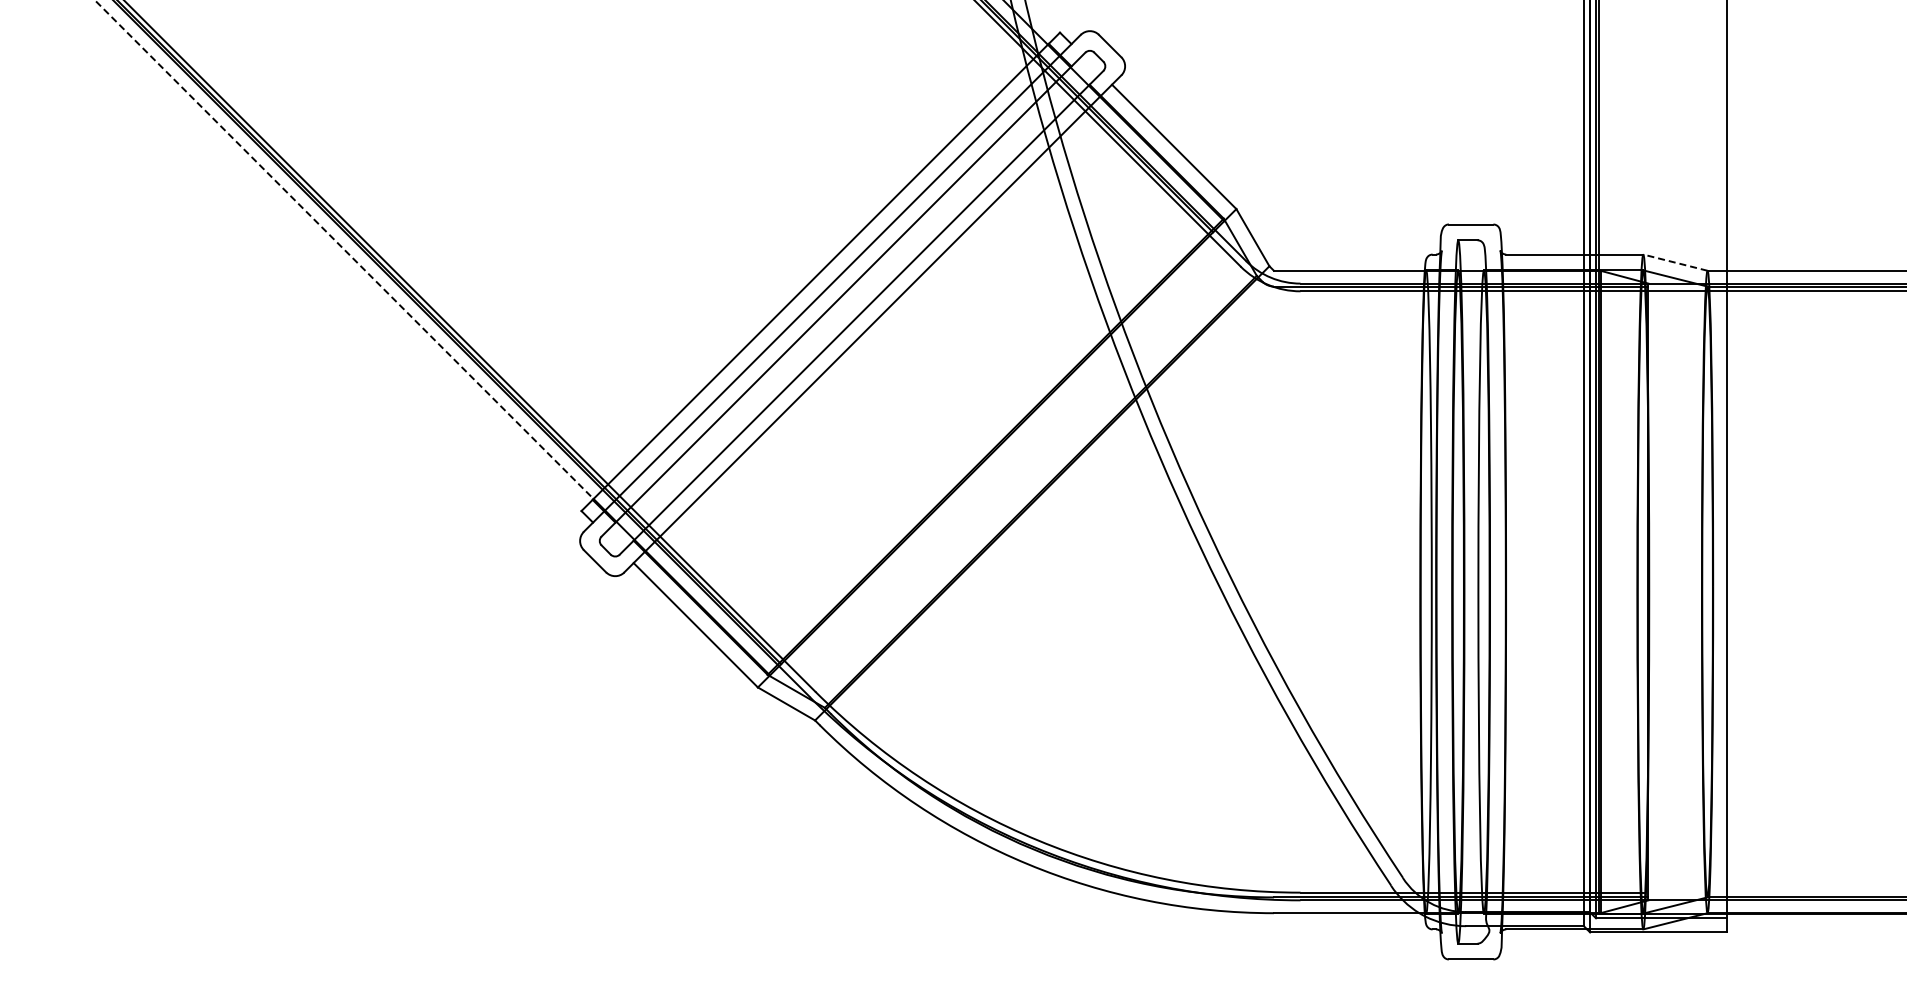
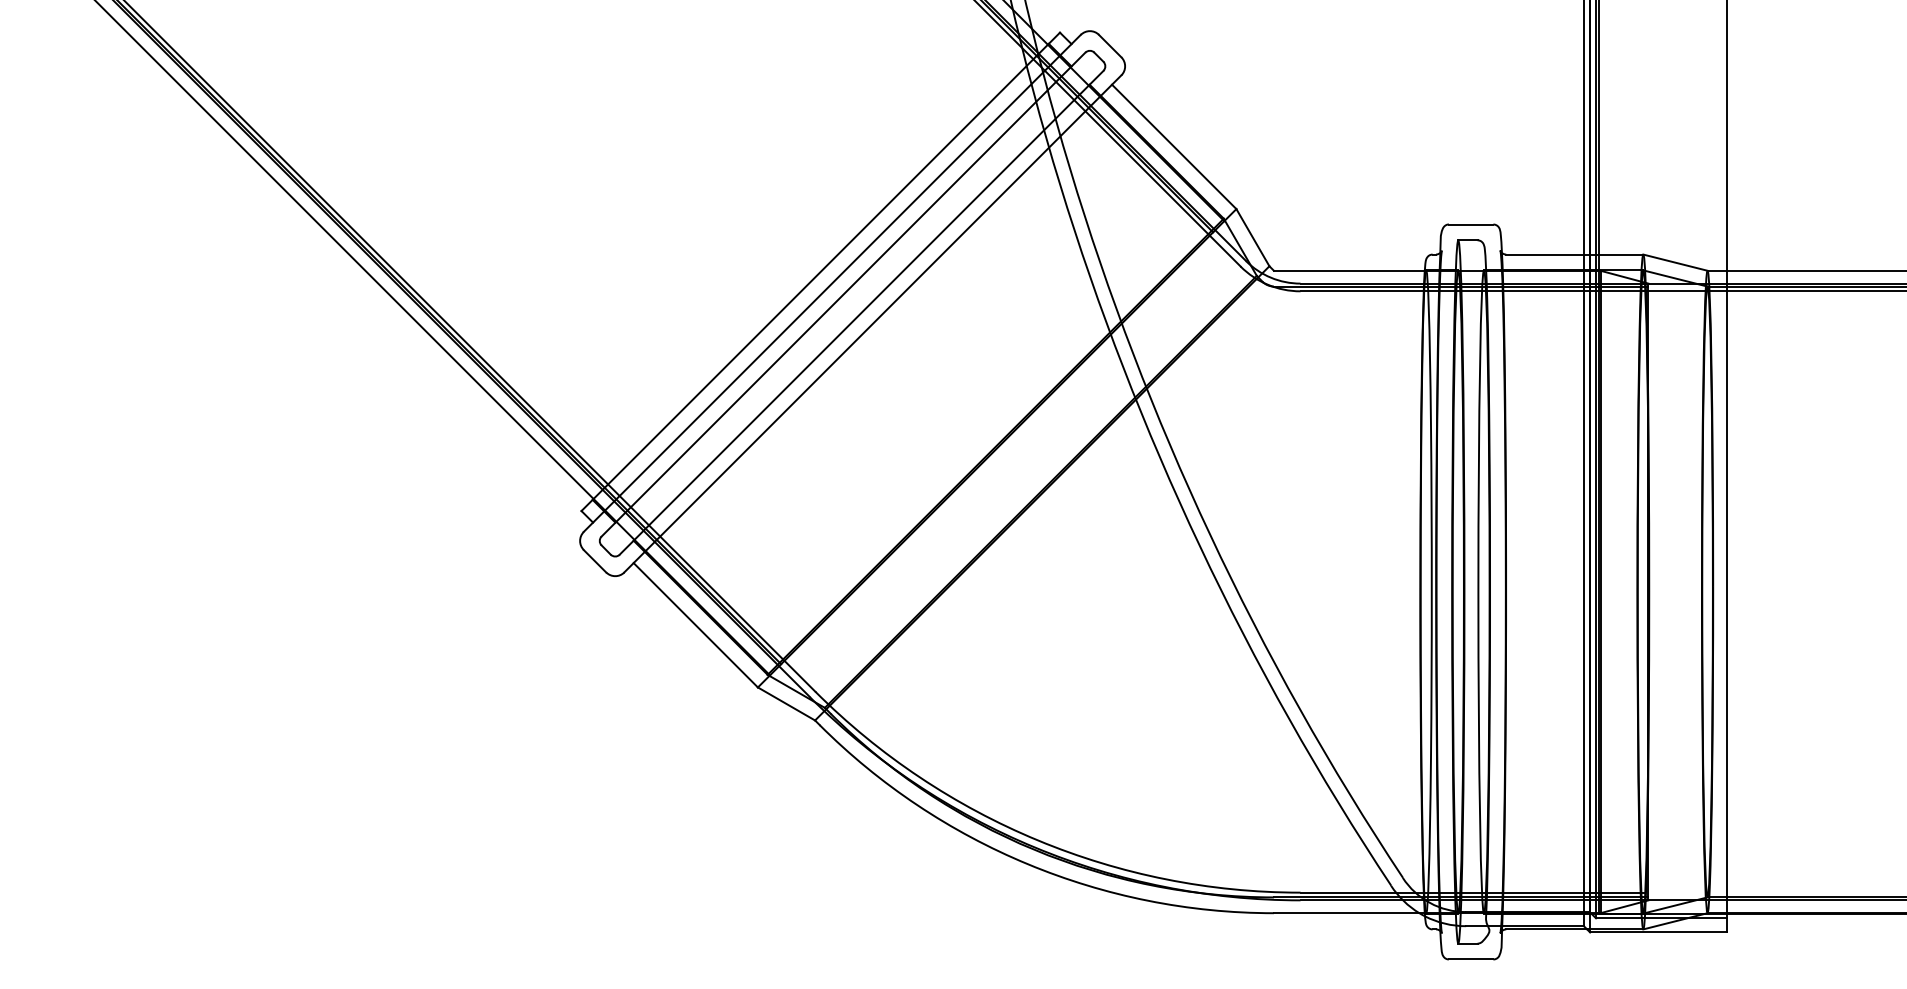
line at (344, 250): dashed -> solid
line at (1674, 262): dashed -> solid
